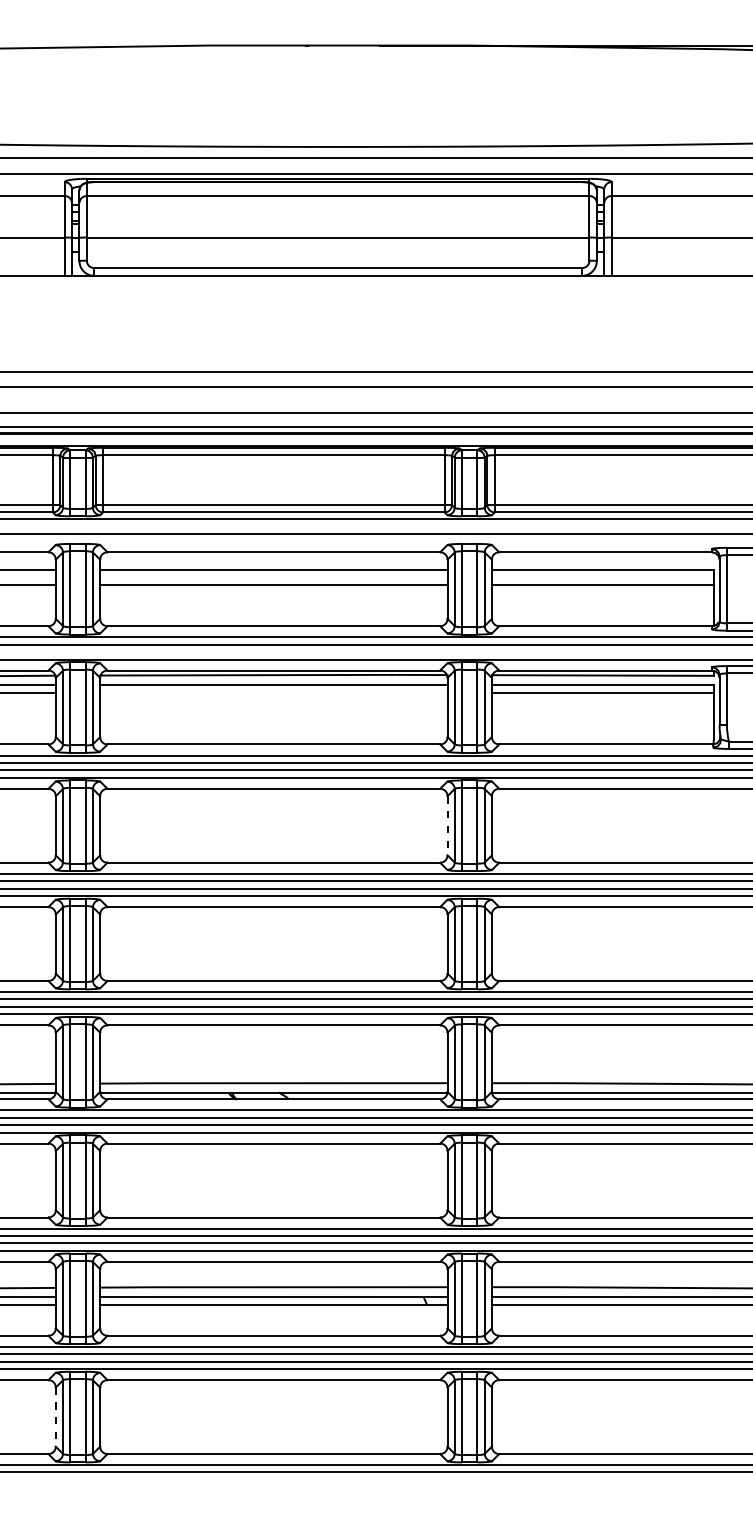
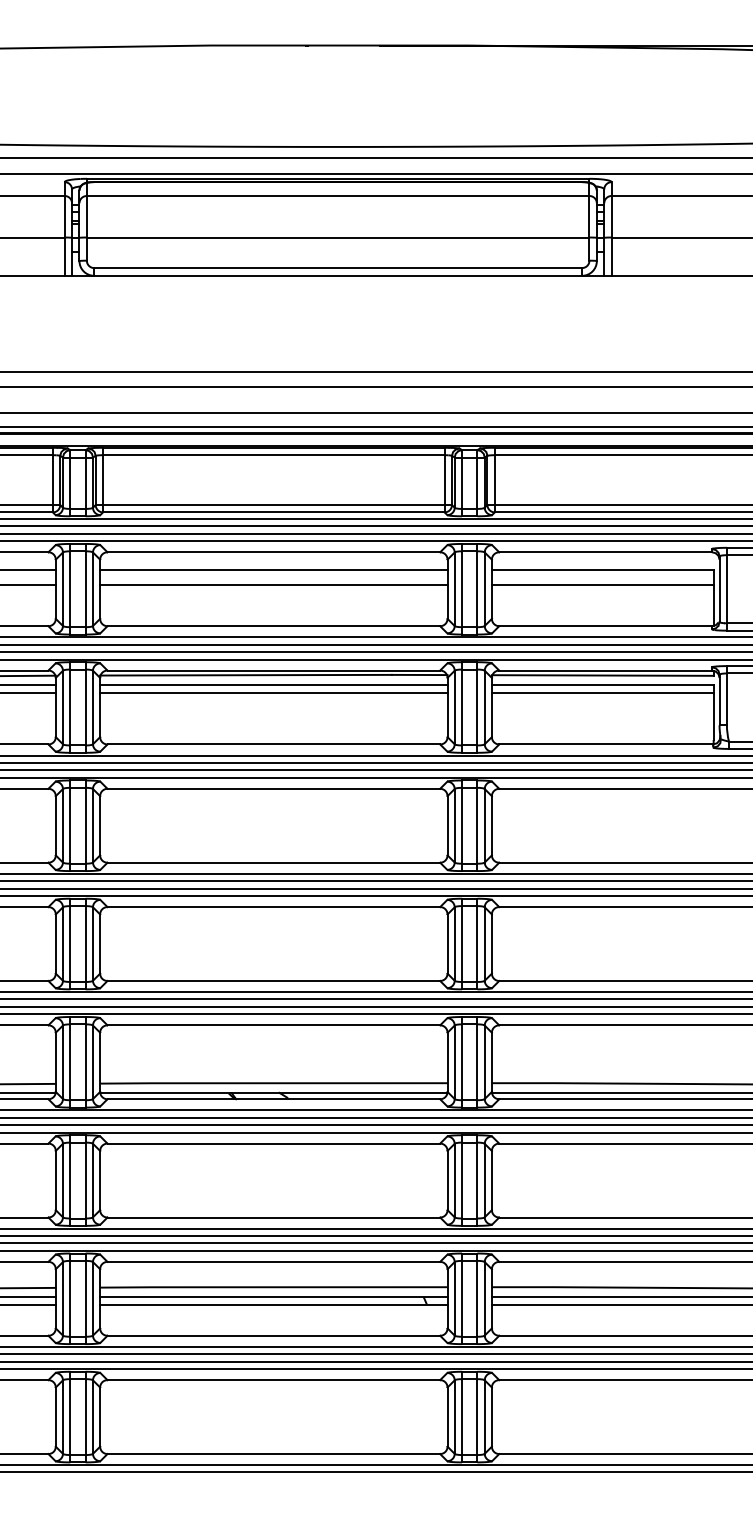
line at (375, 526): none -> present
line at (375, 541): none -> present
line at (375, 652): none -> present
line at (273, 692): none -> present
line at (447, 825): dashed -> solid
line at (55, 1417): dashed -> solid
